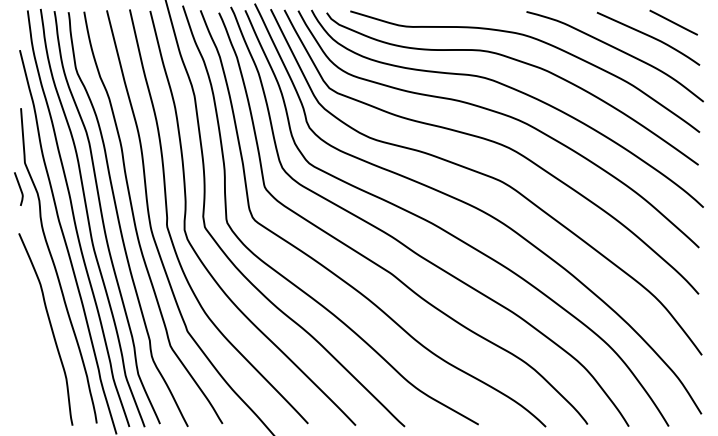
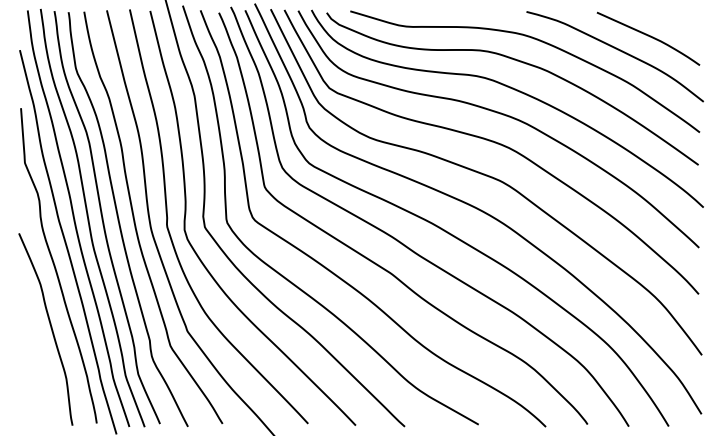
line at (673, 22): present -> none
curve at (19, 188): present -> none
